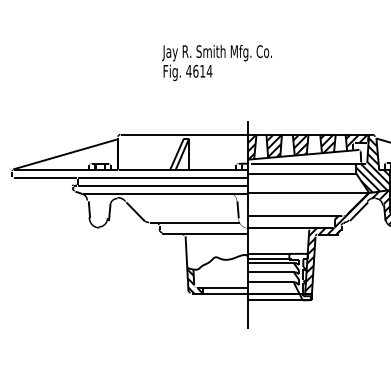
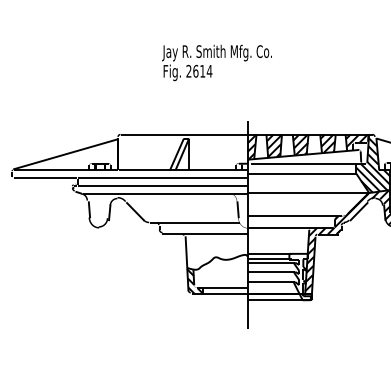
text at (188, 70): 4614 -> 2614
